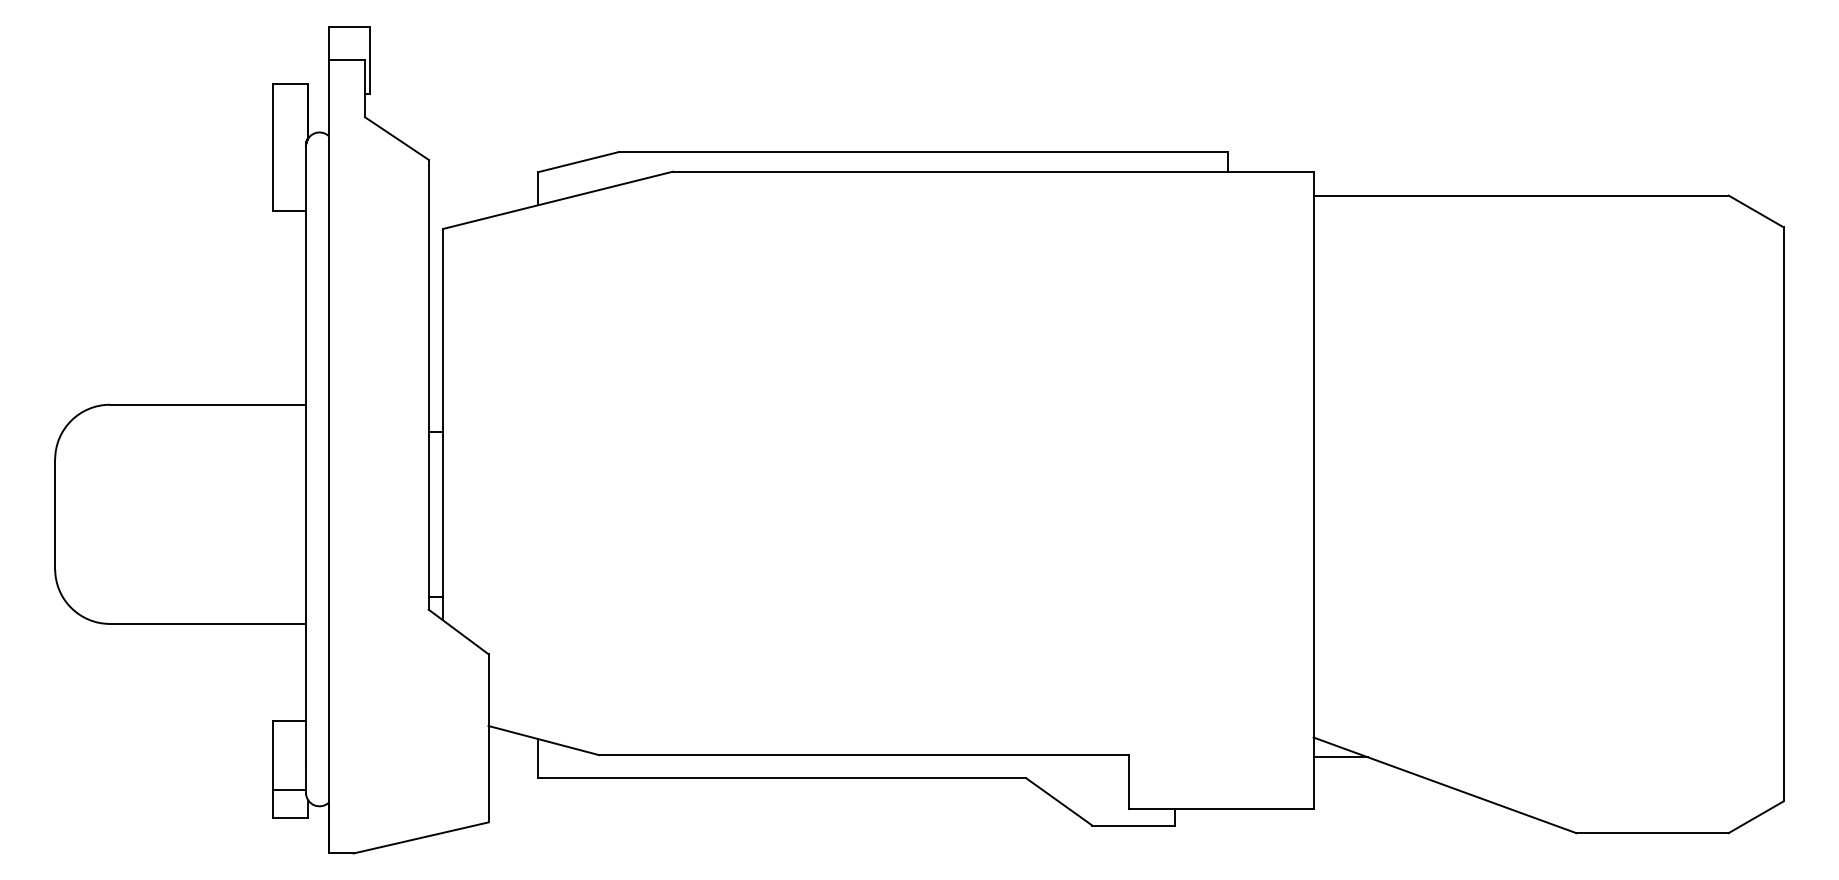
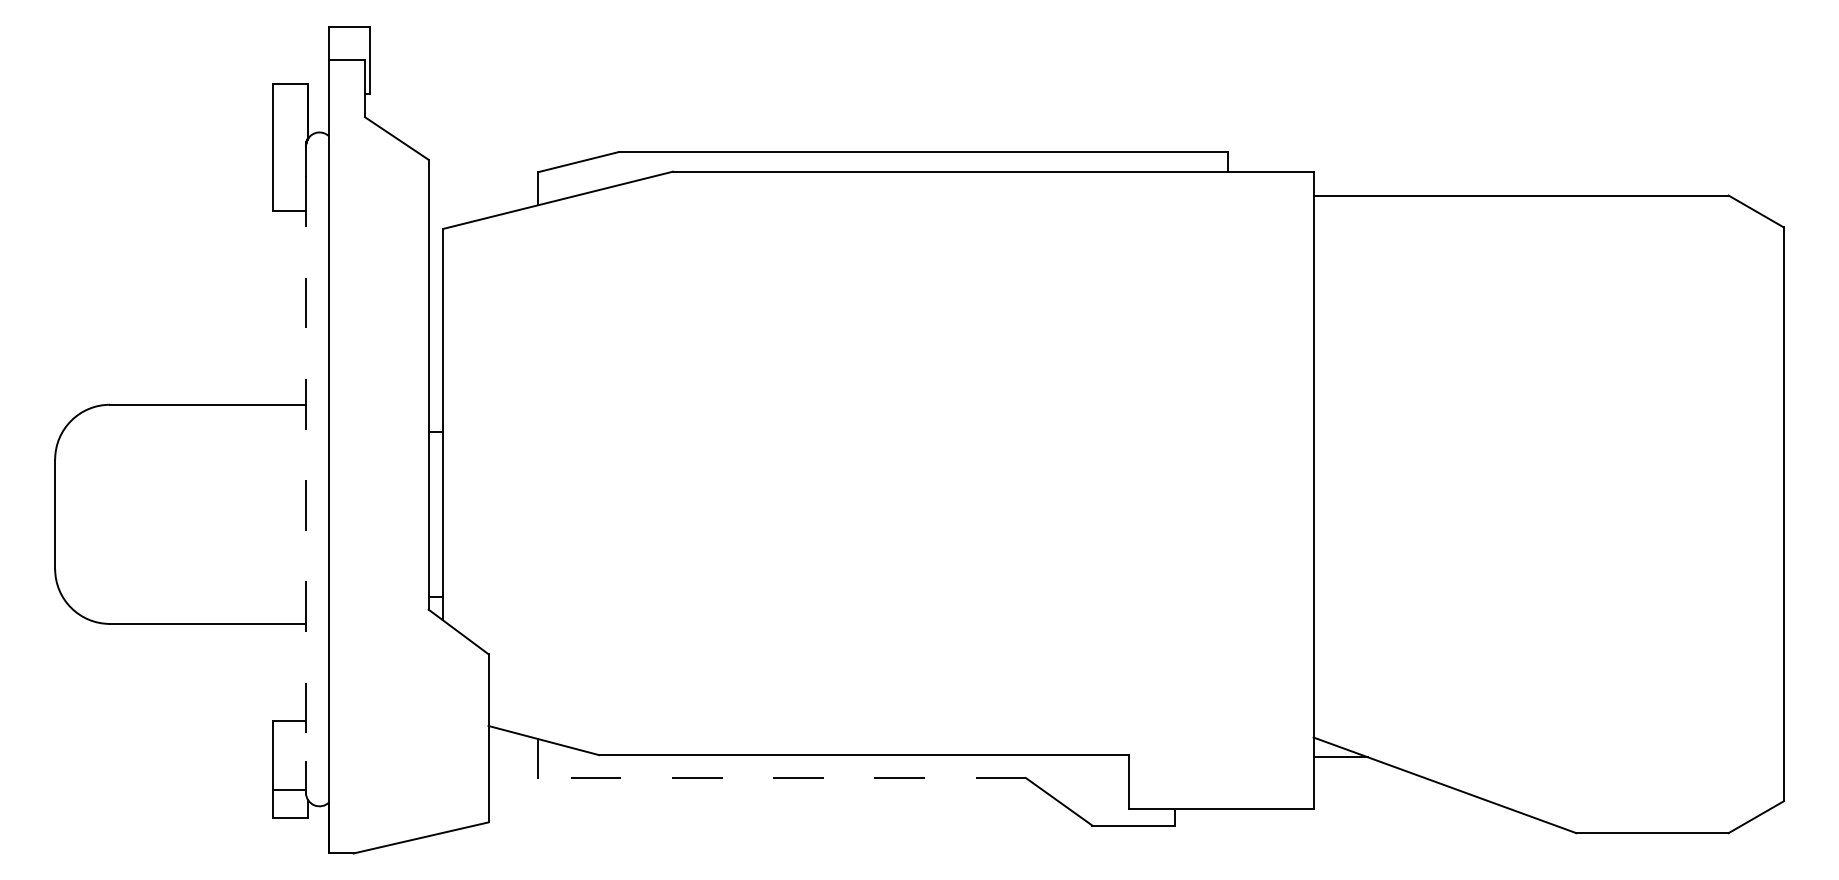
line at (305, 469): solid -> dashed
line at (781, 778): solid -> dashed
